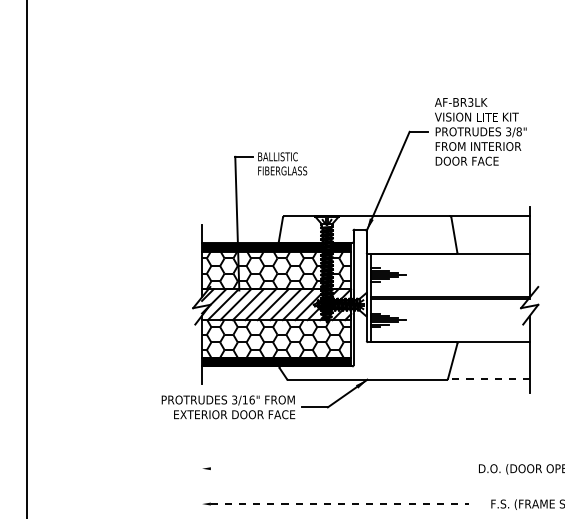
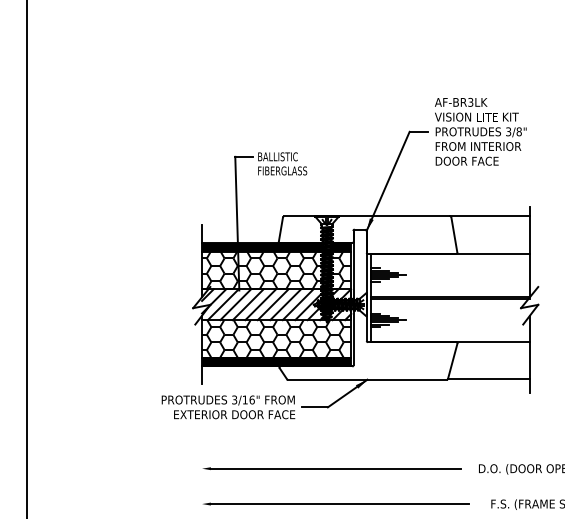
line at (488, 378): dashed -> solid
line at (335, 468): none -> present
line at (340, 504): dashed -> solid
